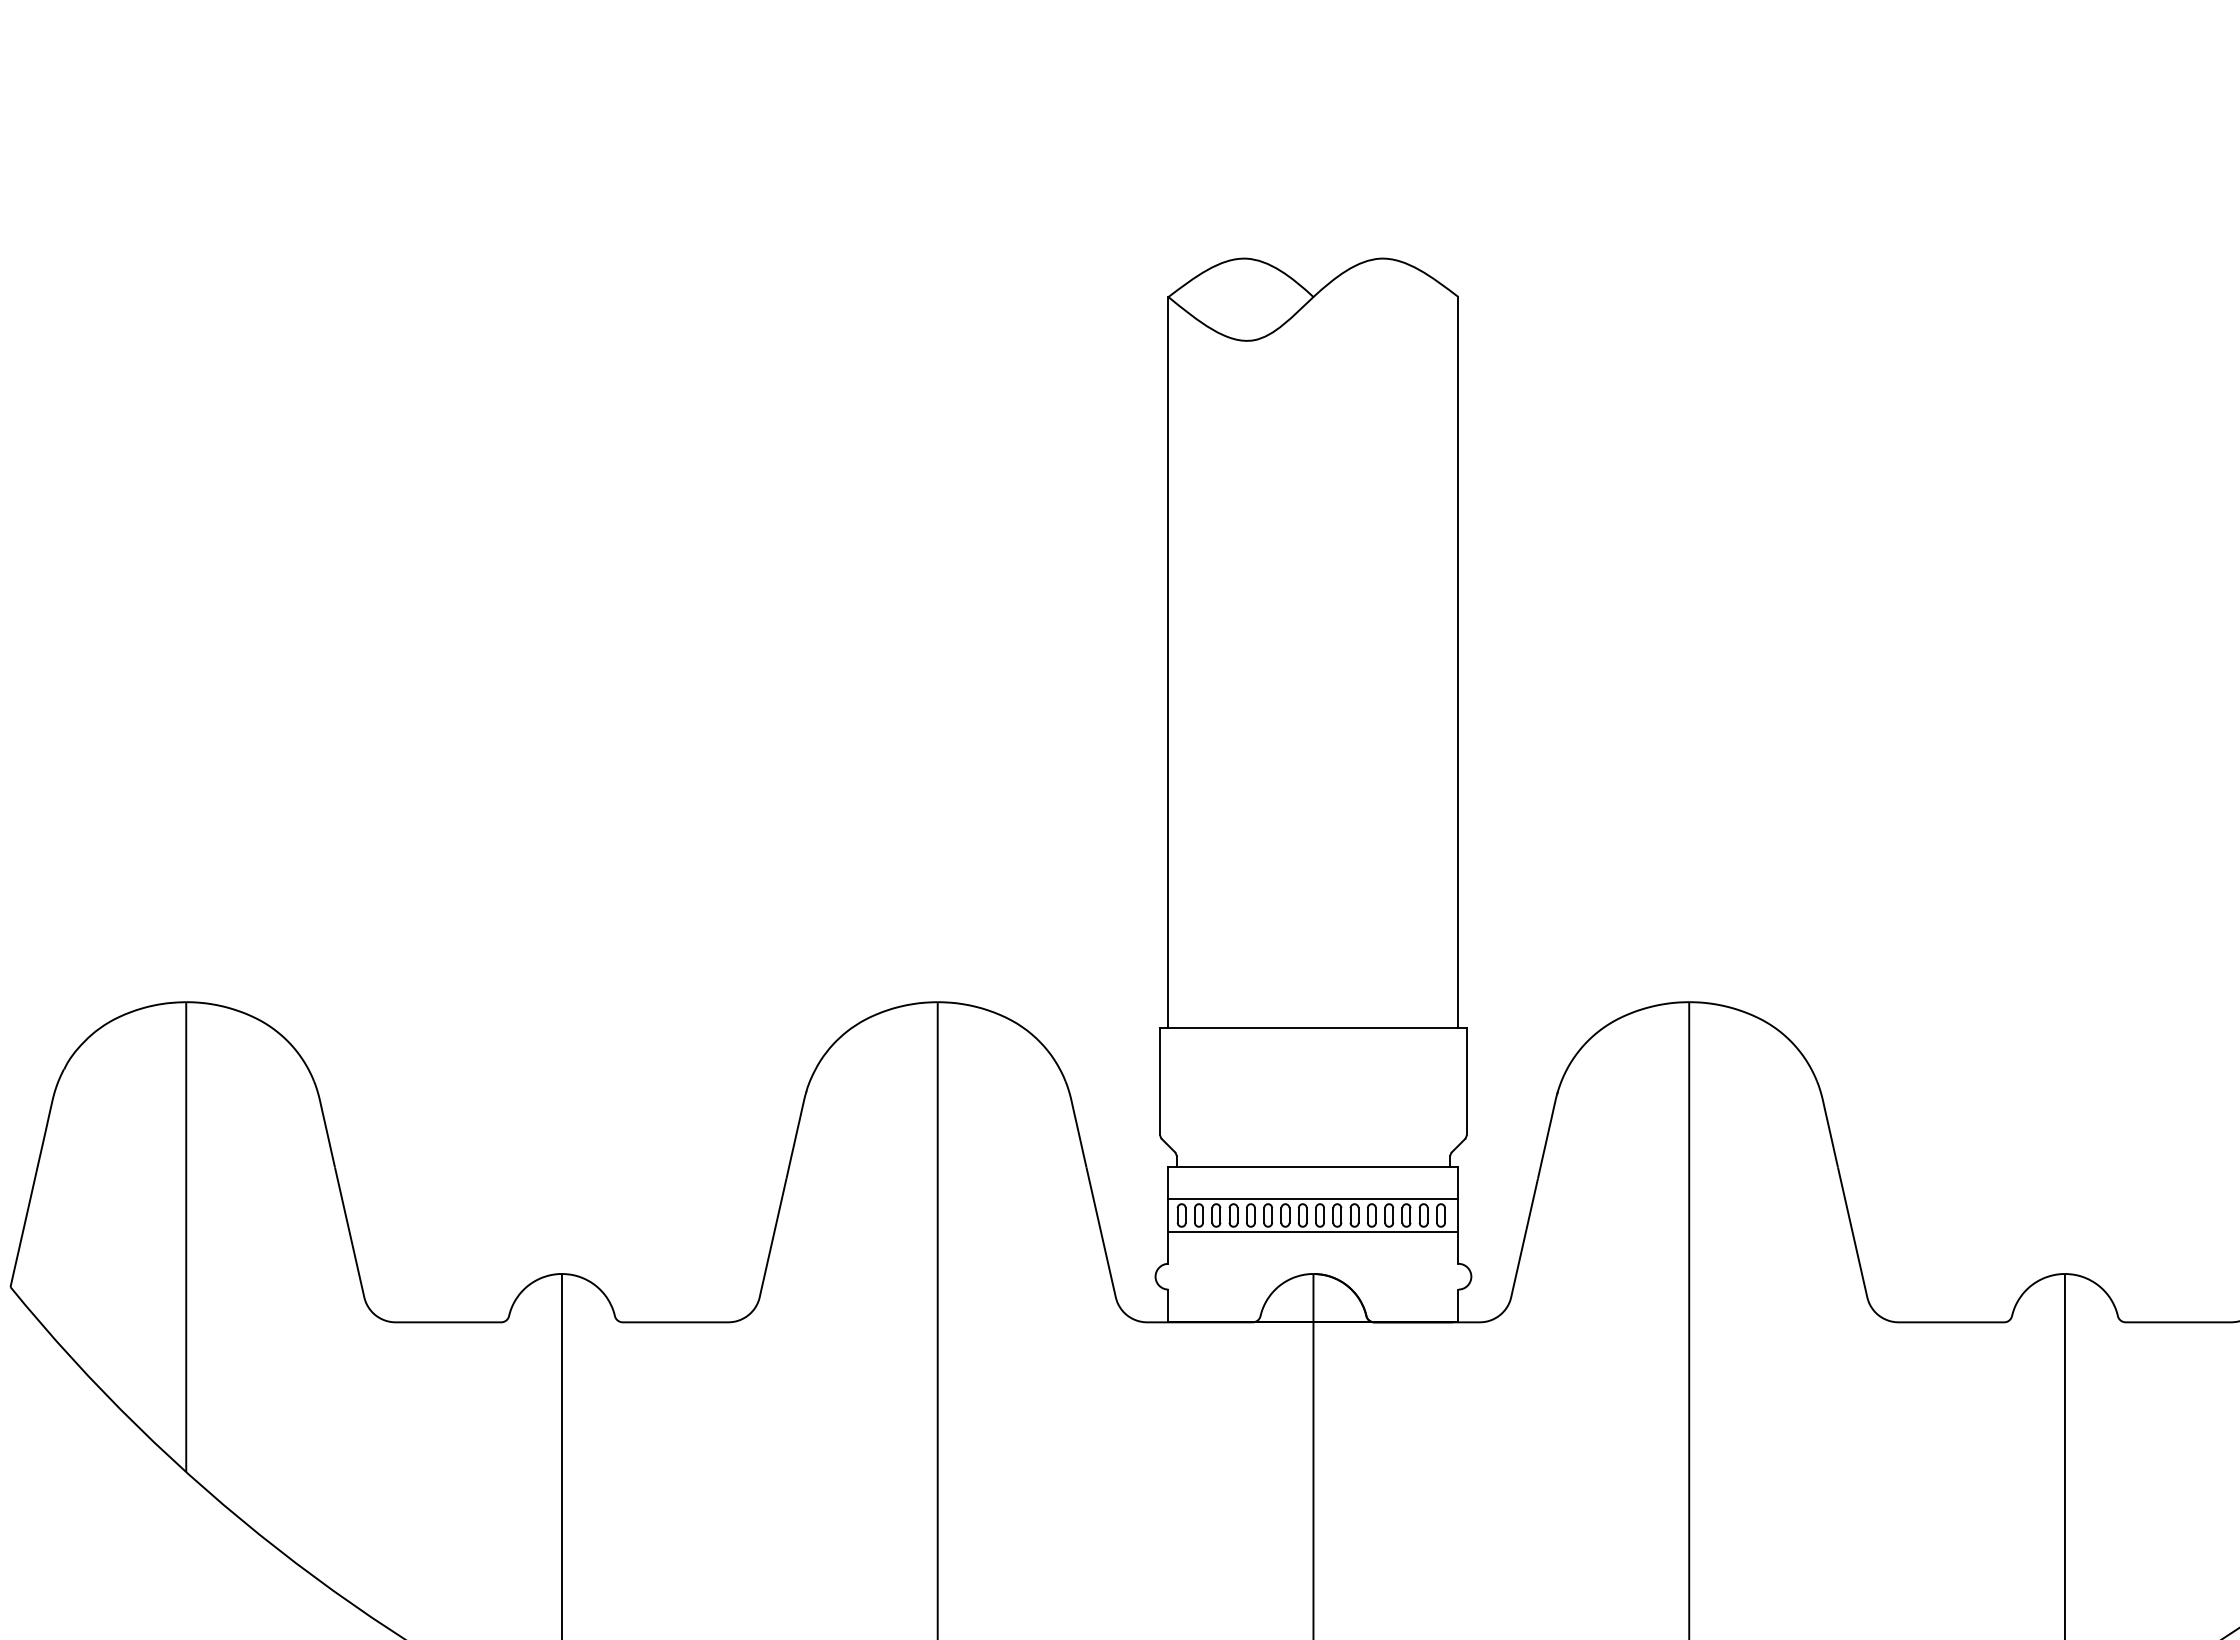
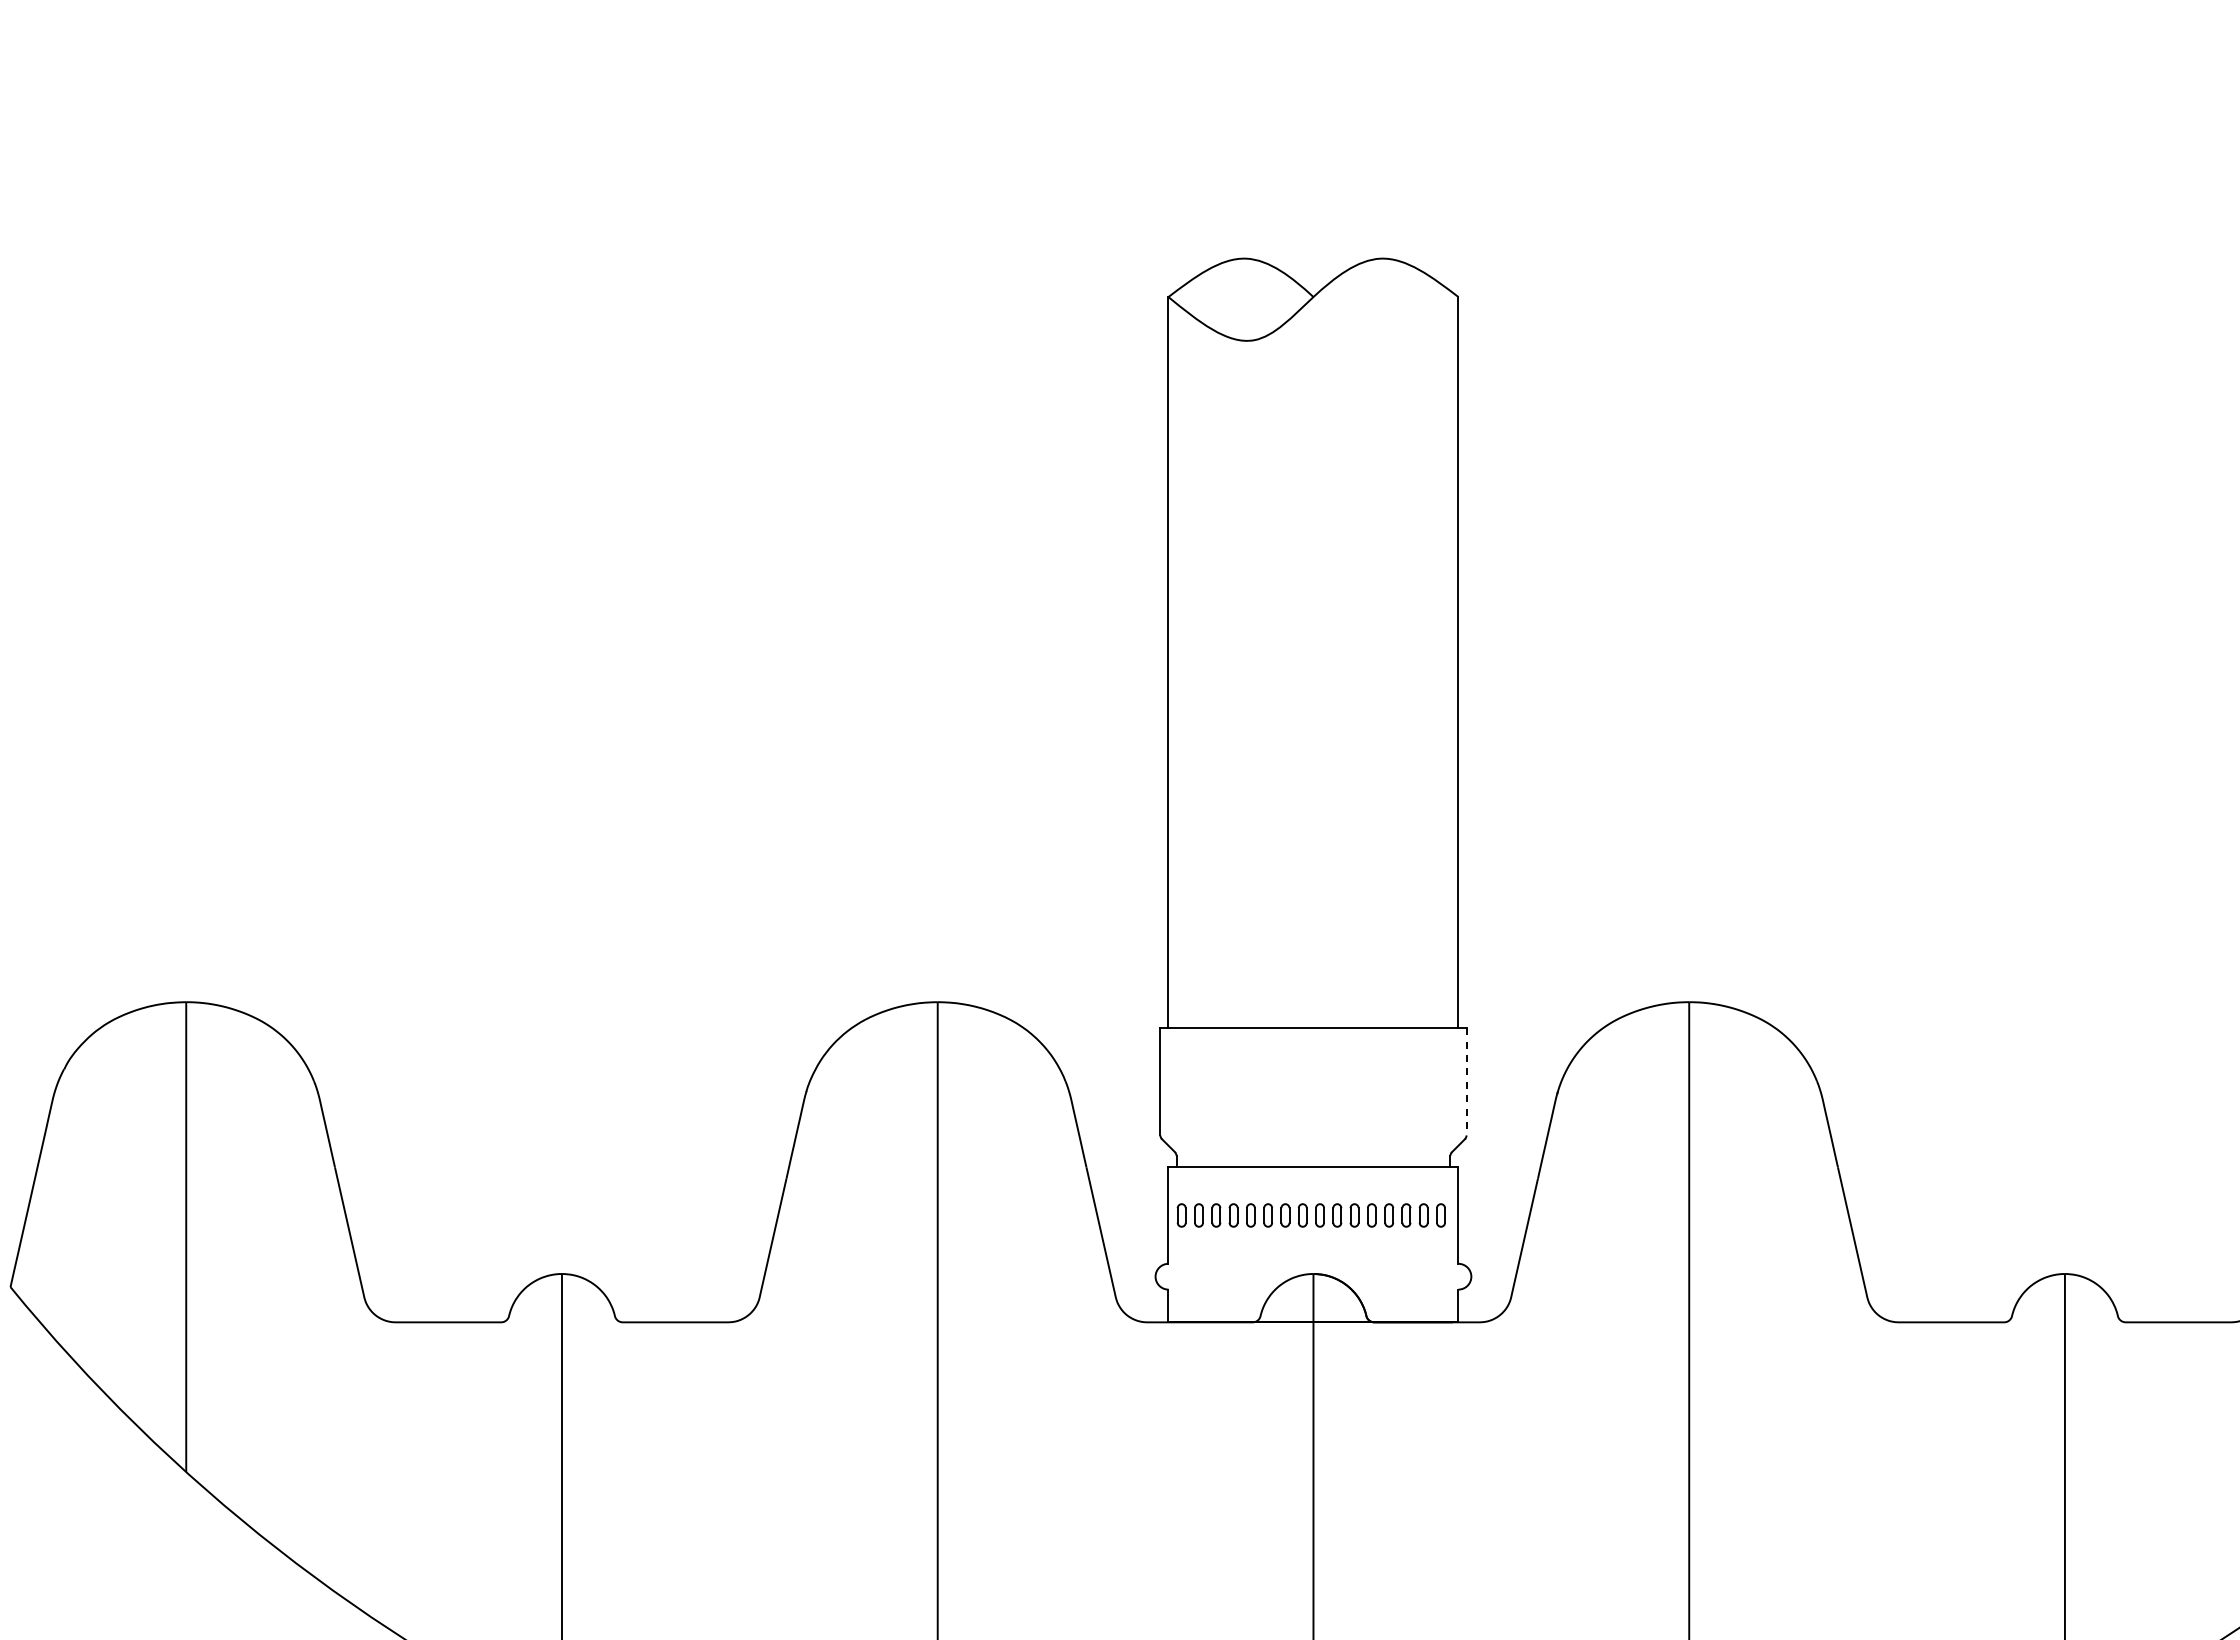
line at (1466, 1081): solid -> dashed
line at (1313, 1199): present -> none
line at (1313, 1231): present -> none
